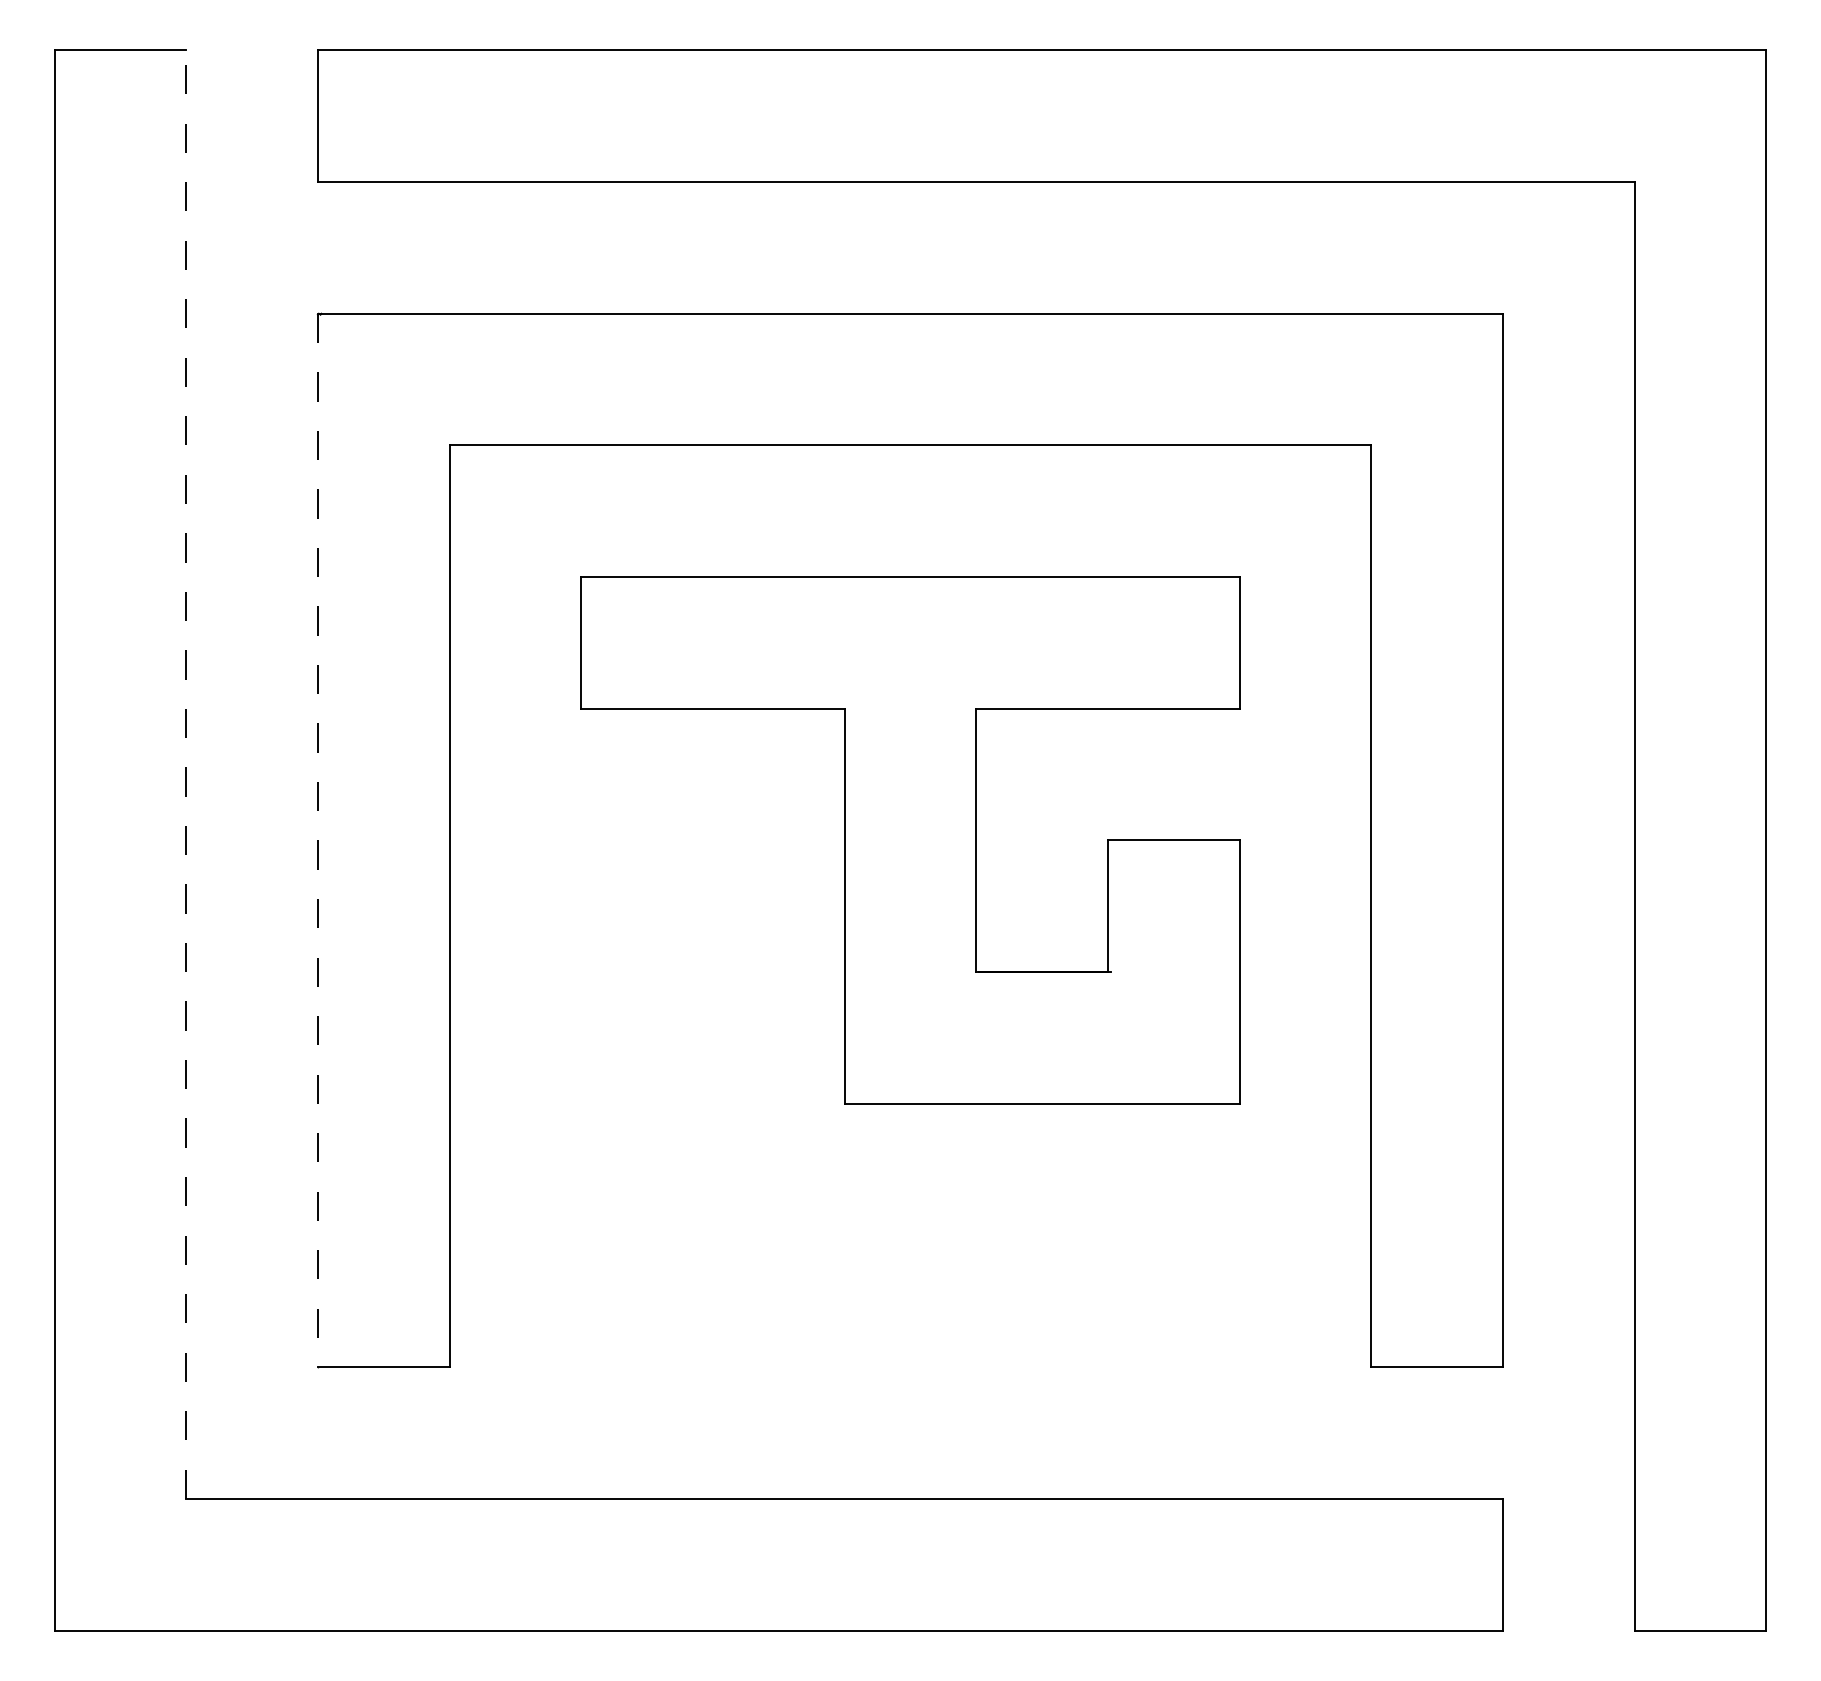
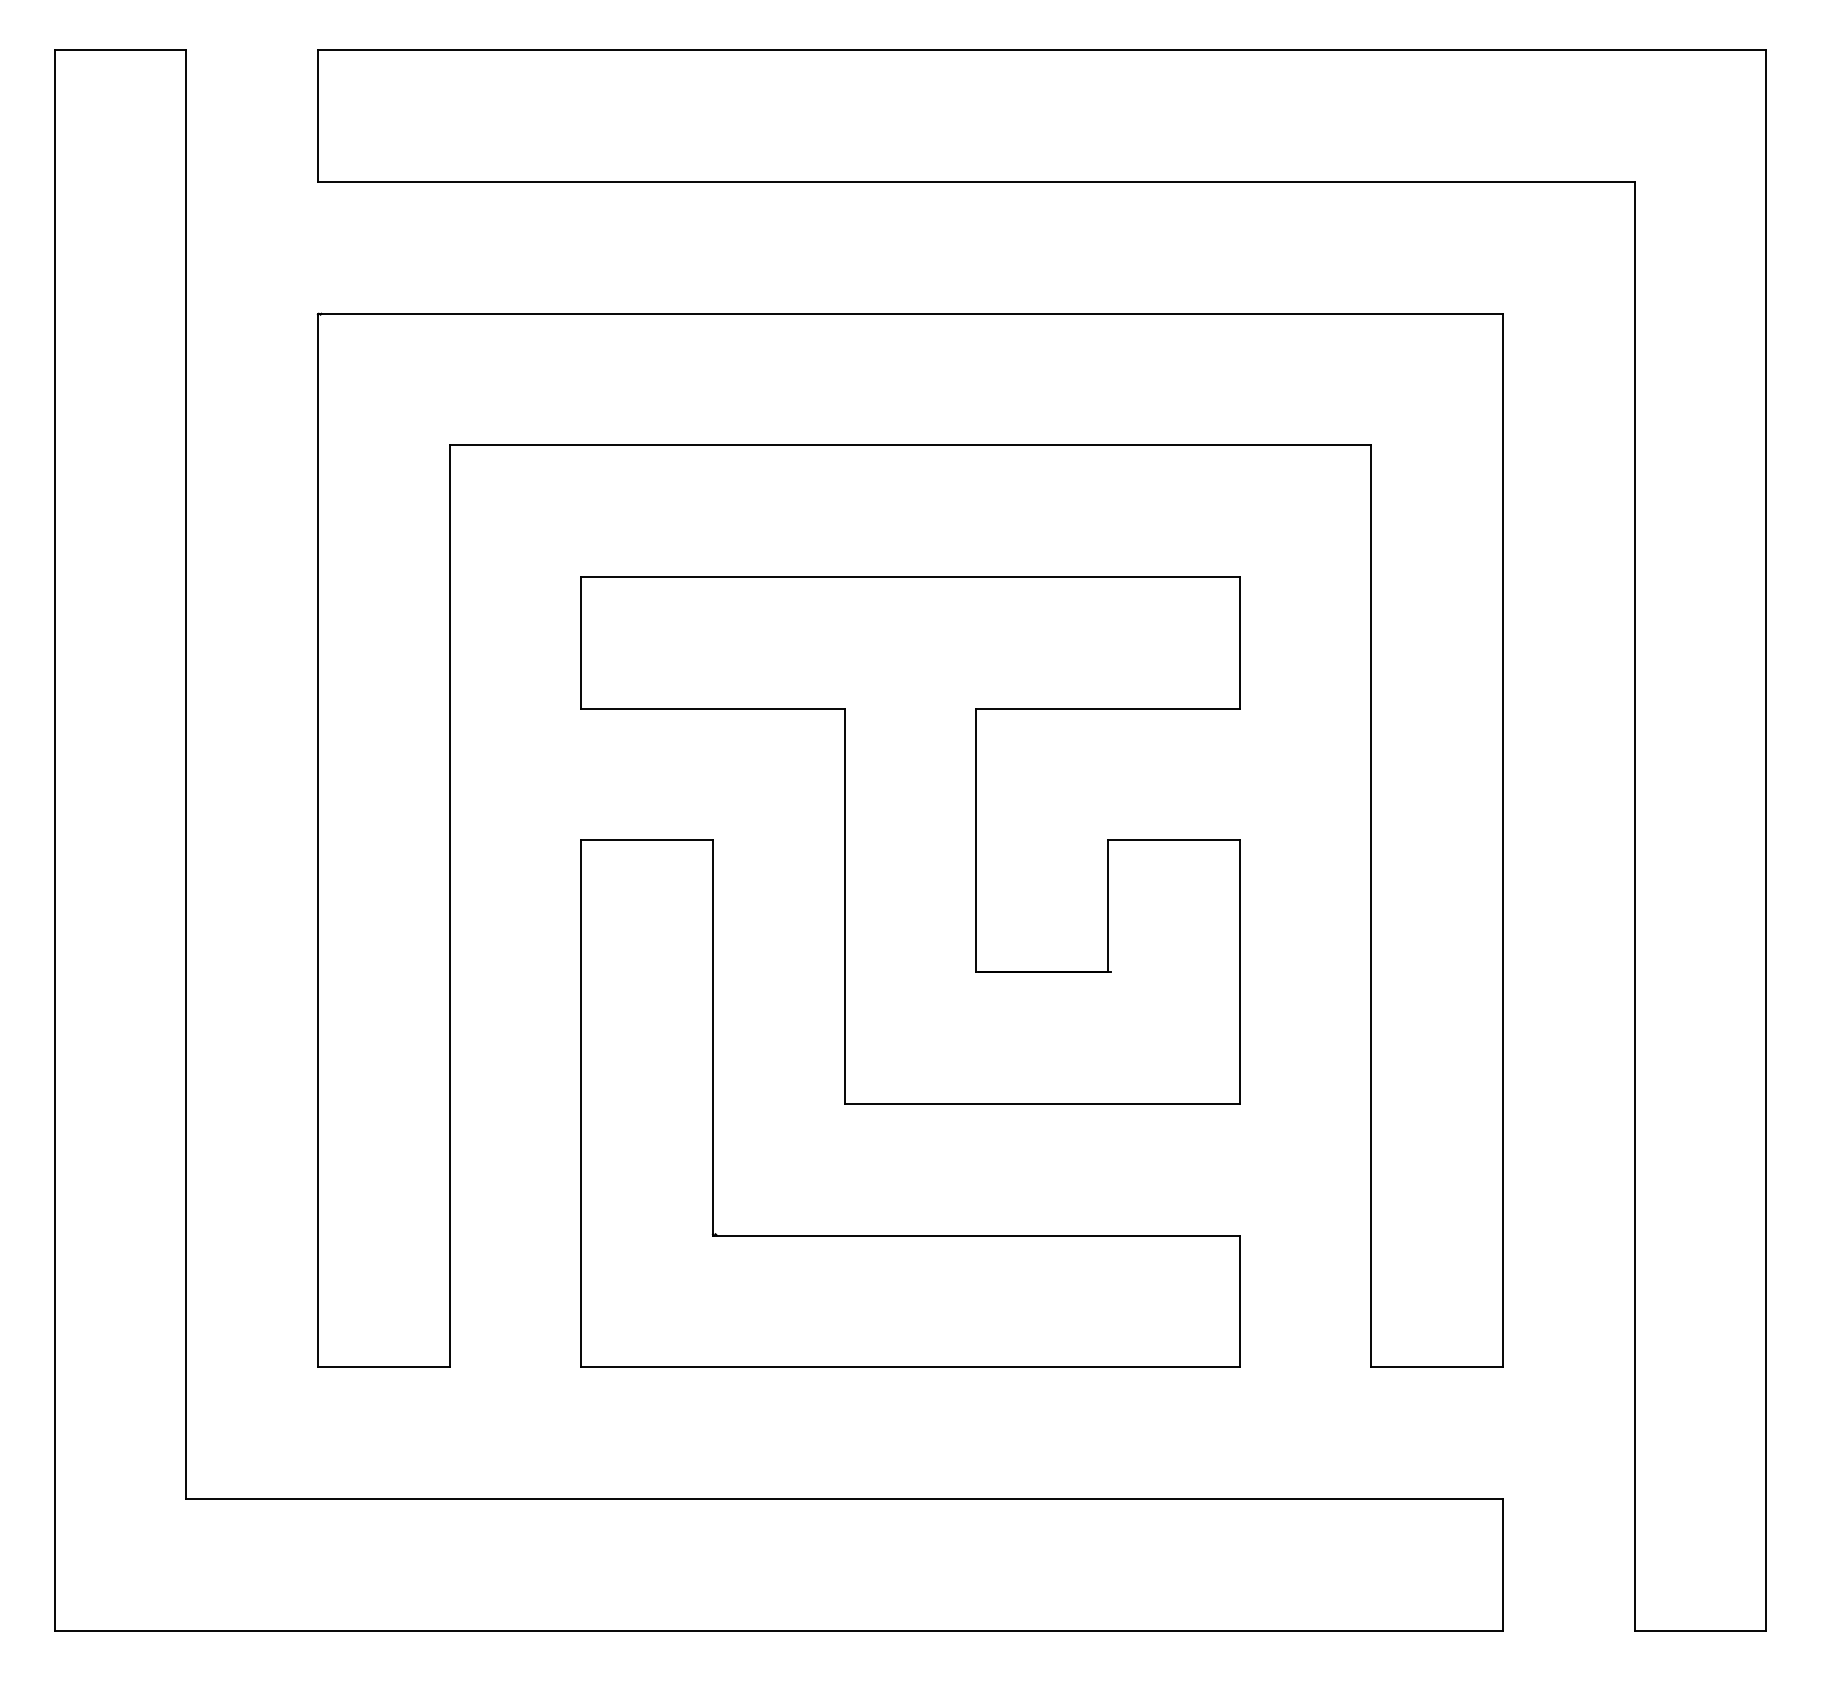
line at (186, 774): dashed -> solid
line at (317, 840): dashed -> solid
part at (910, 1235): none -> present
